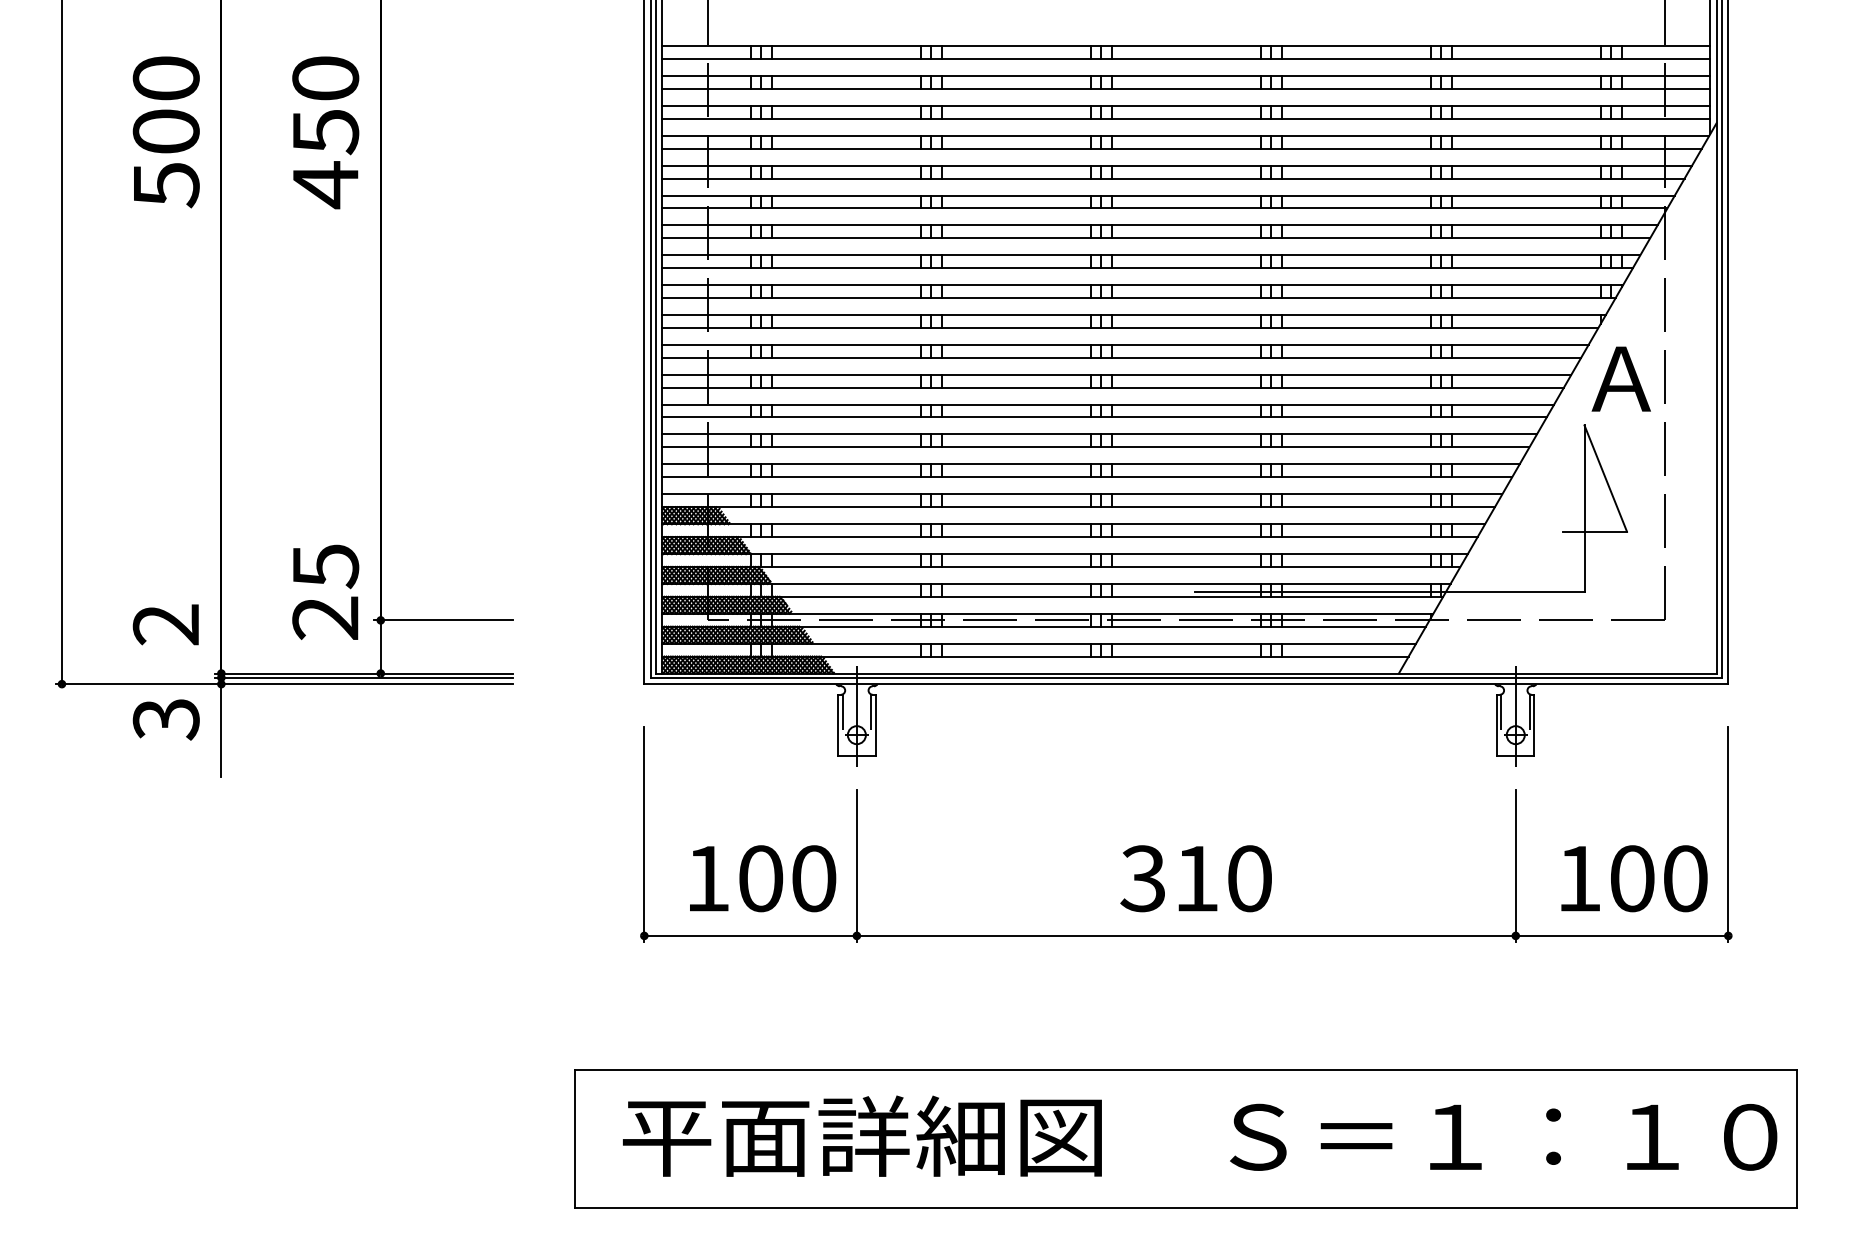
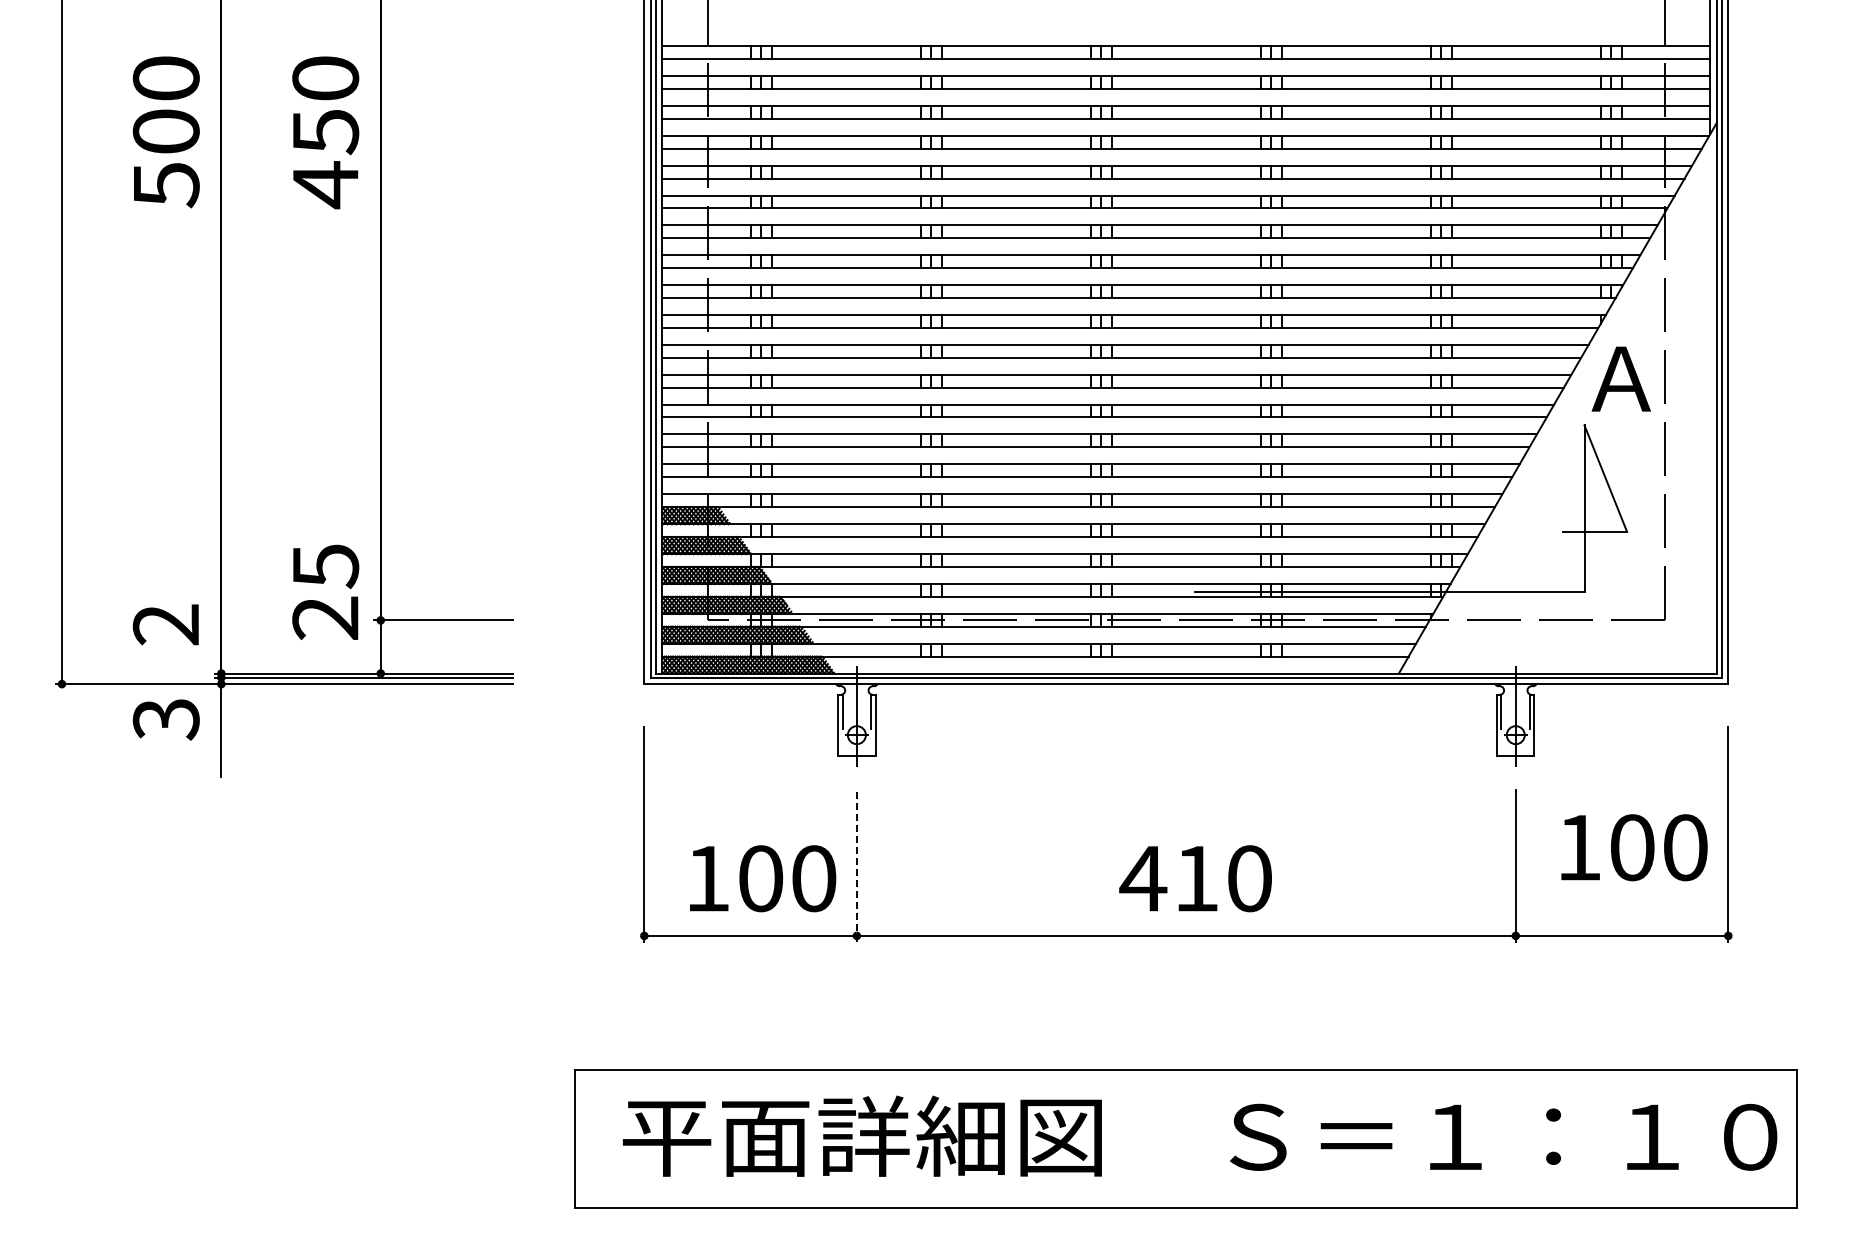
line at (856, 865): solid -> dashed
text at (1143, 878): 310 -> 410
text at (1634, 878) position: (1634, 878) -> (1634, 847)
